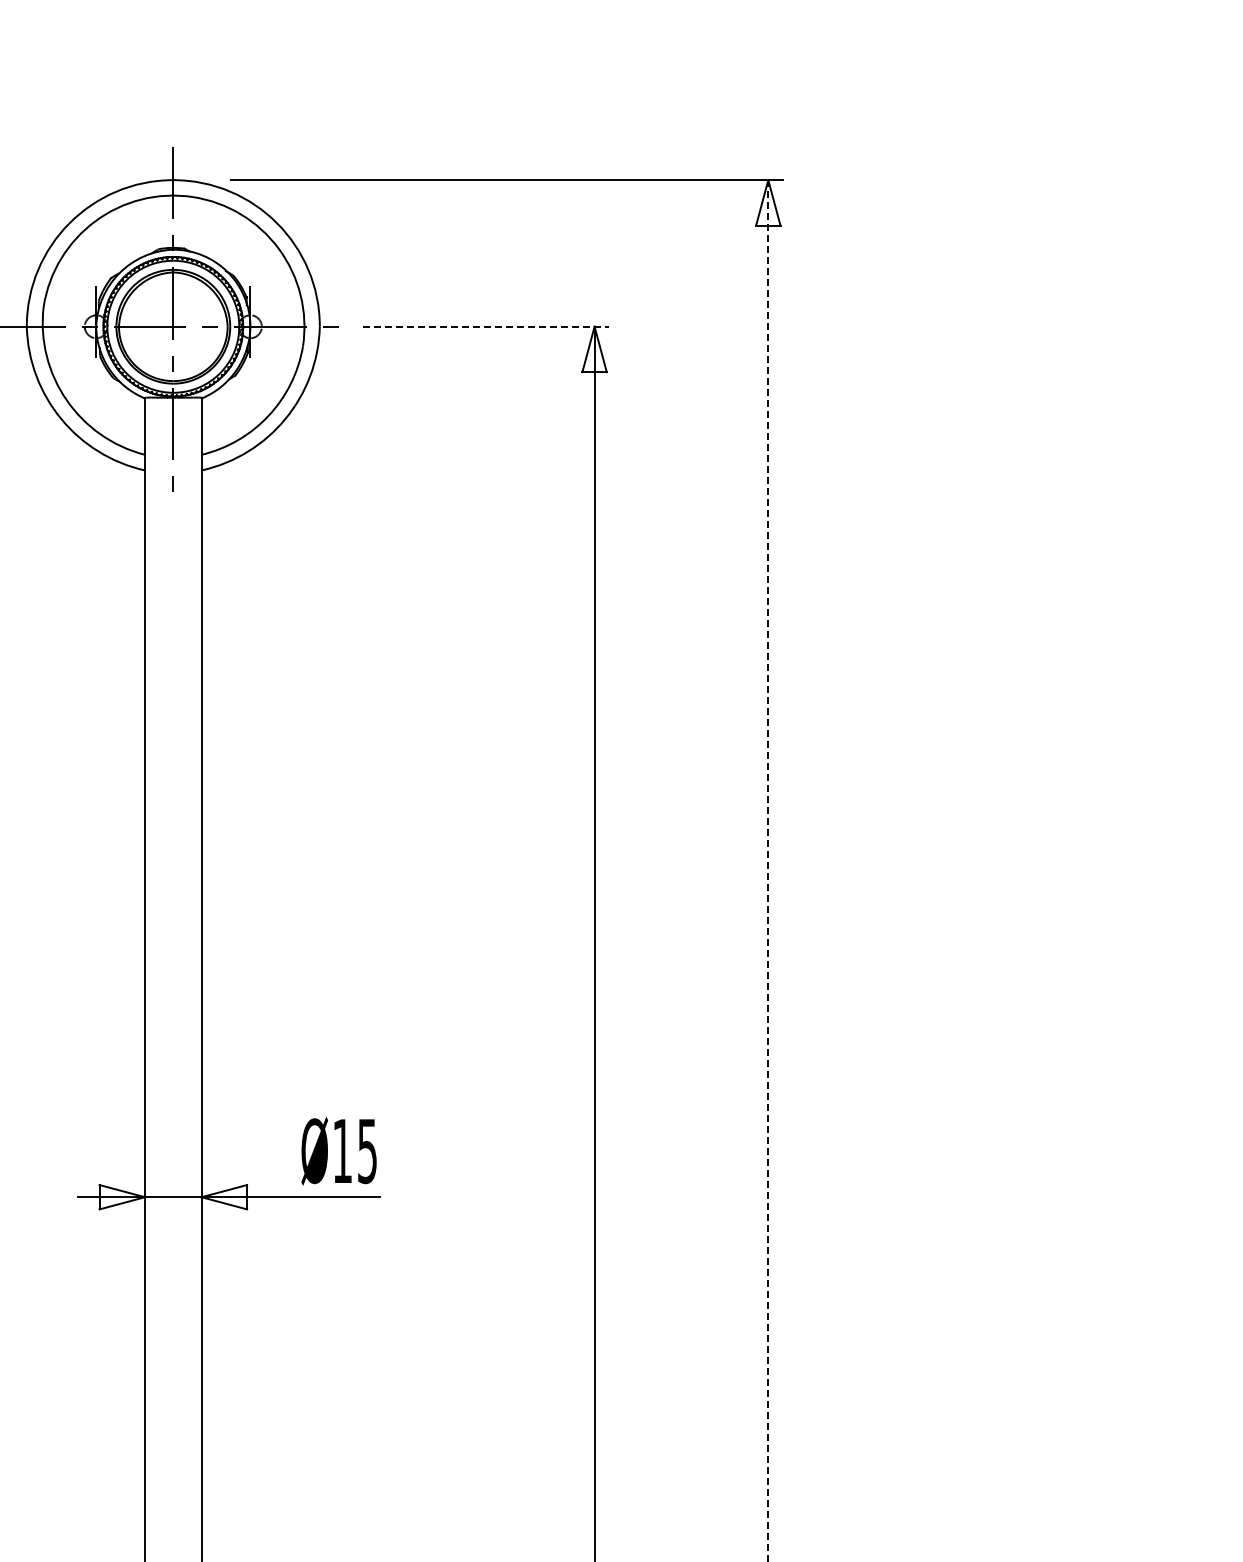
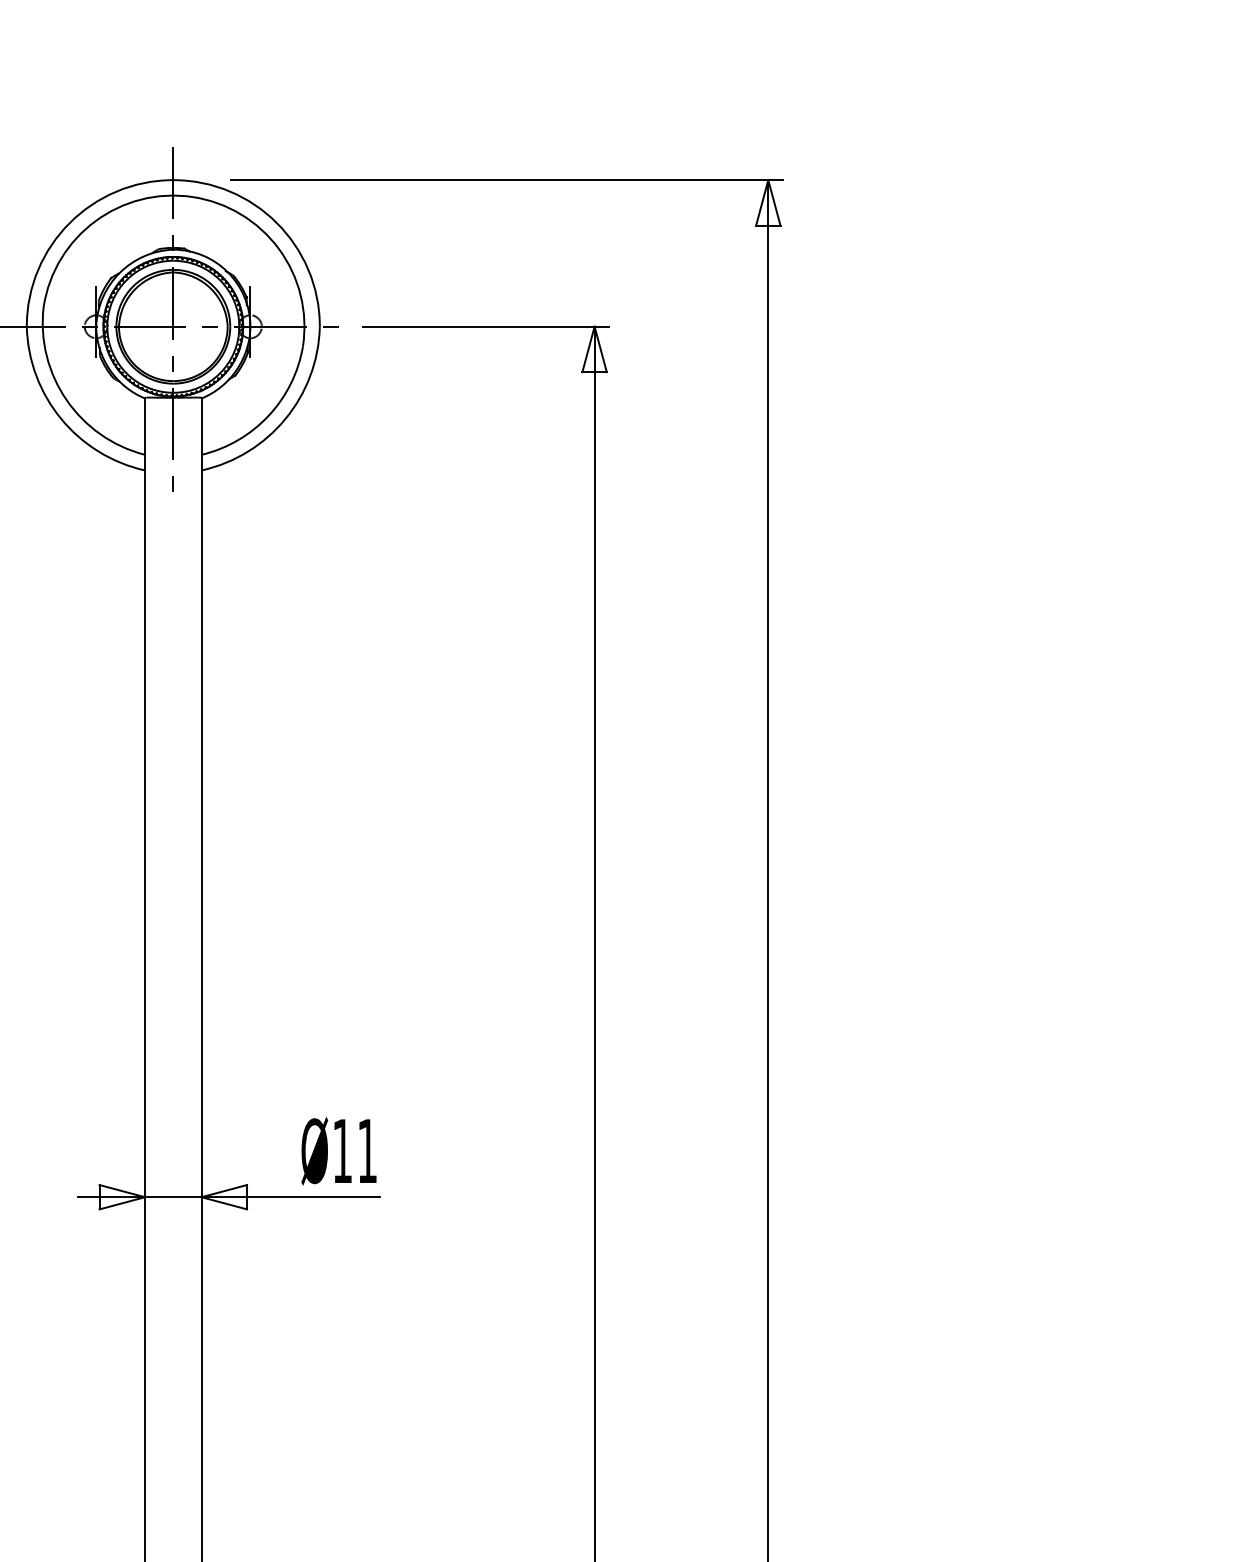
line at (486, 326): dashed -> solid
line at (768, 871): dashed -> solid
text at (367, 1151): Ø15 -> Ø11
